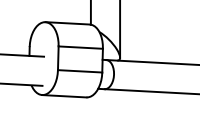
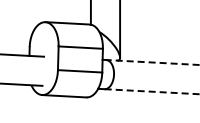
line at (153, 62): solid -> dashed
line at (152, 91): solid -> dashed
